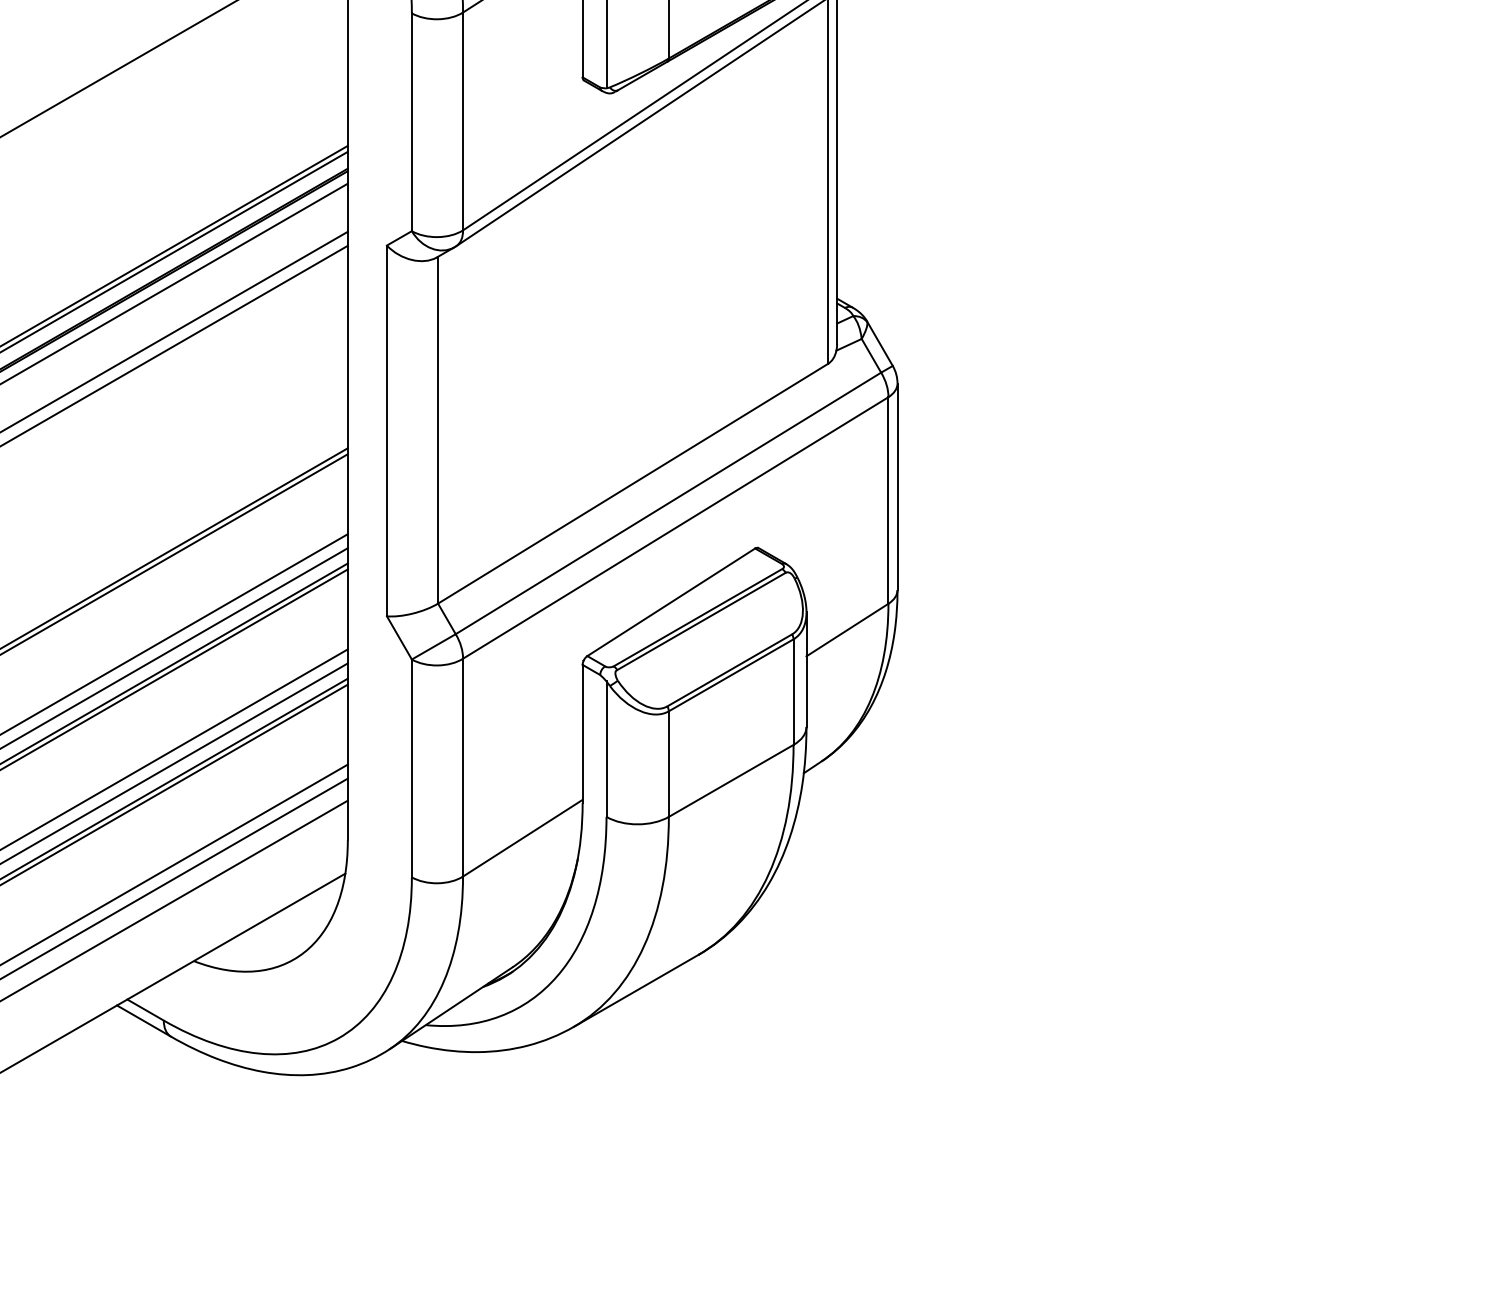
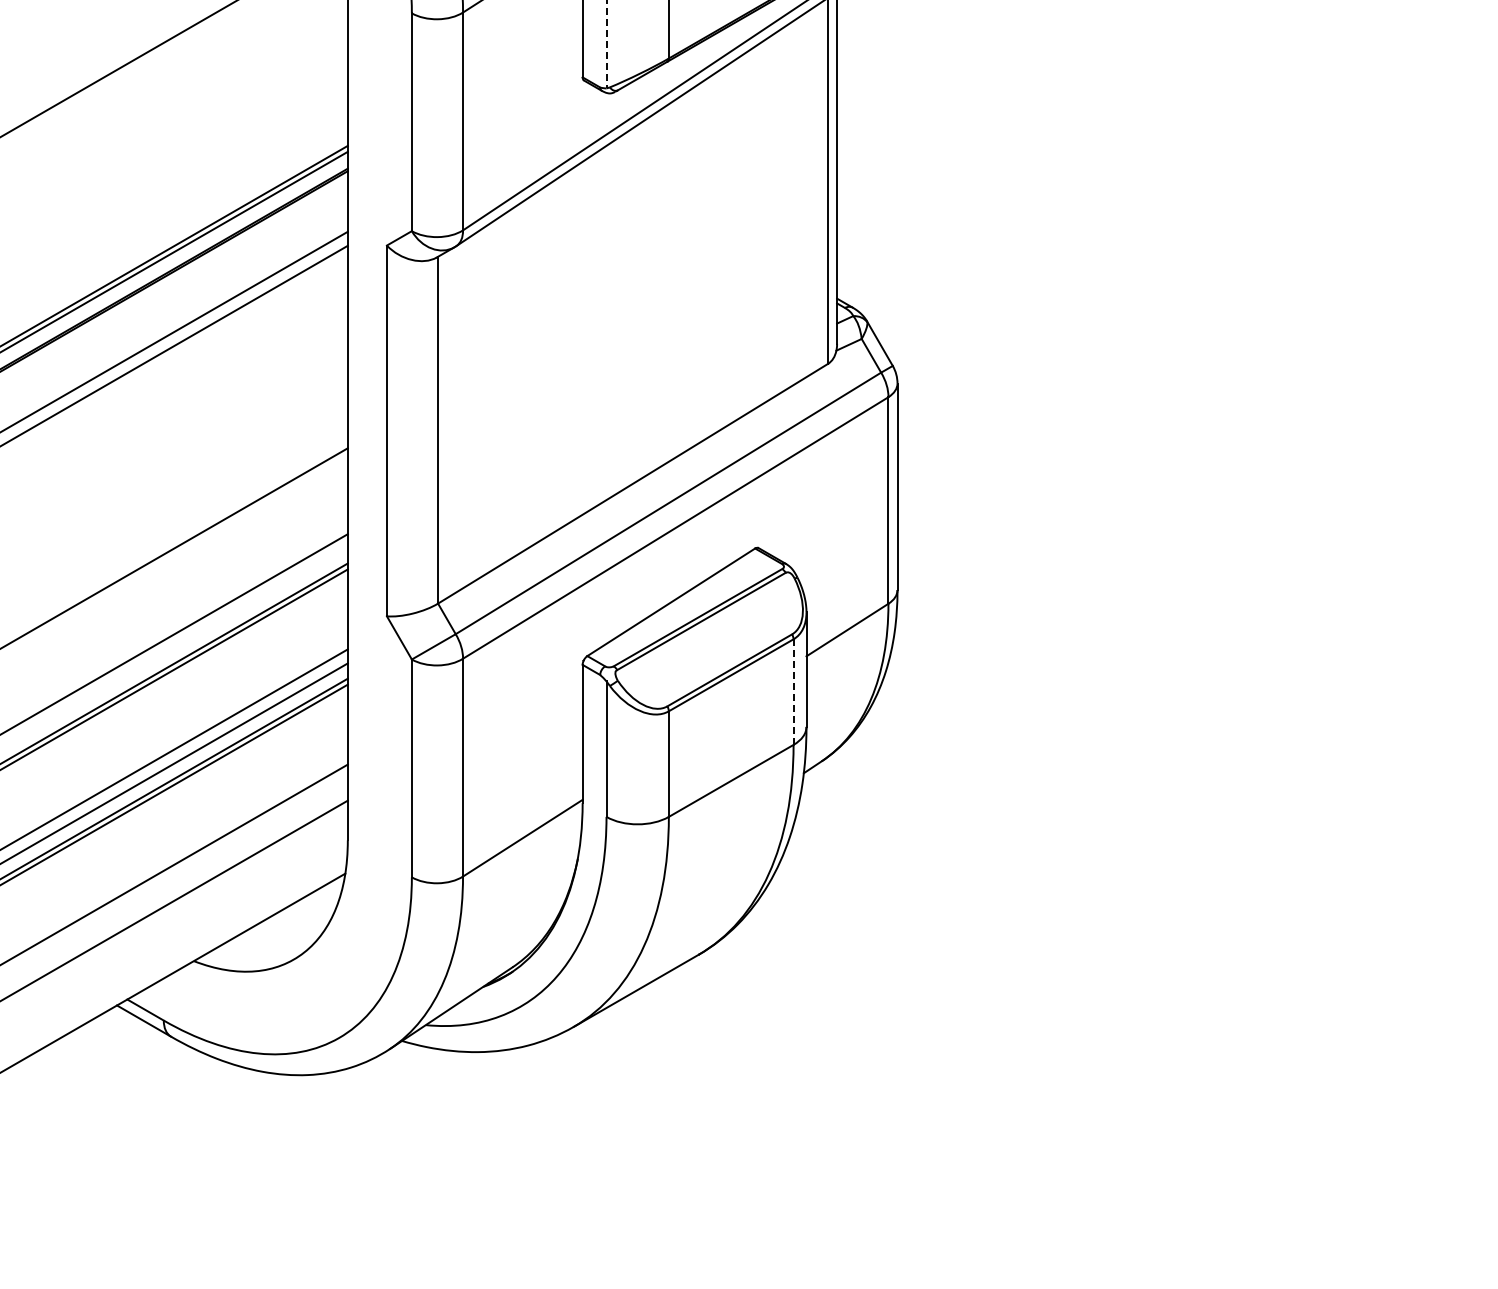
line at (606, 44): solid -> dashed
line at (174, 283): present -> none
line at (174, 553): present -> none
line at (174, 647): present -> none
line at (793, 692): solid -> dashed
line at (174, 878): present -> none
